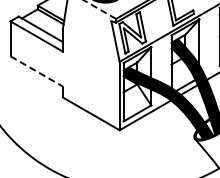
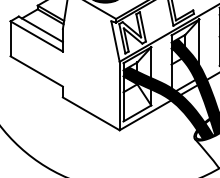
line at (99, 9): dashed -> solid
line at (37, 71): dashed -> solid
